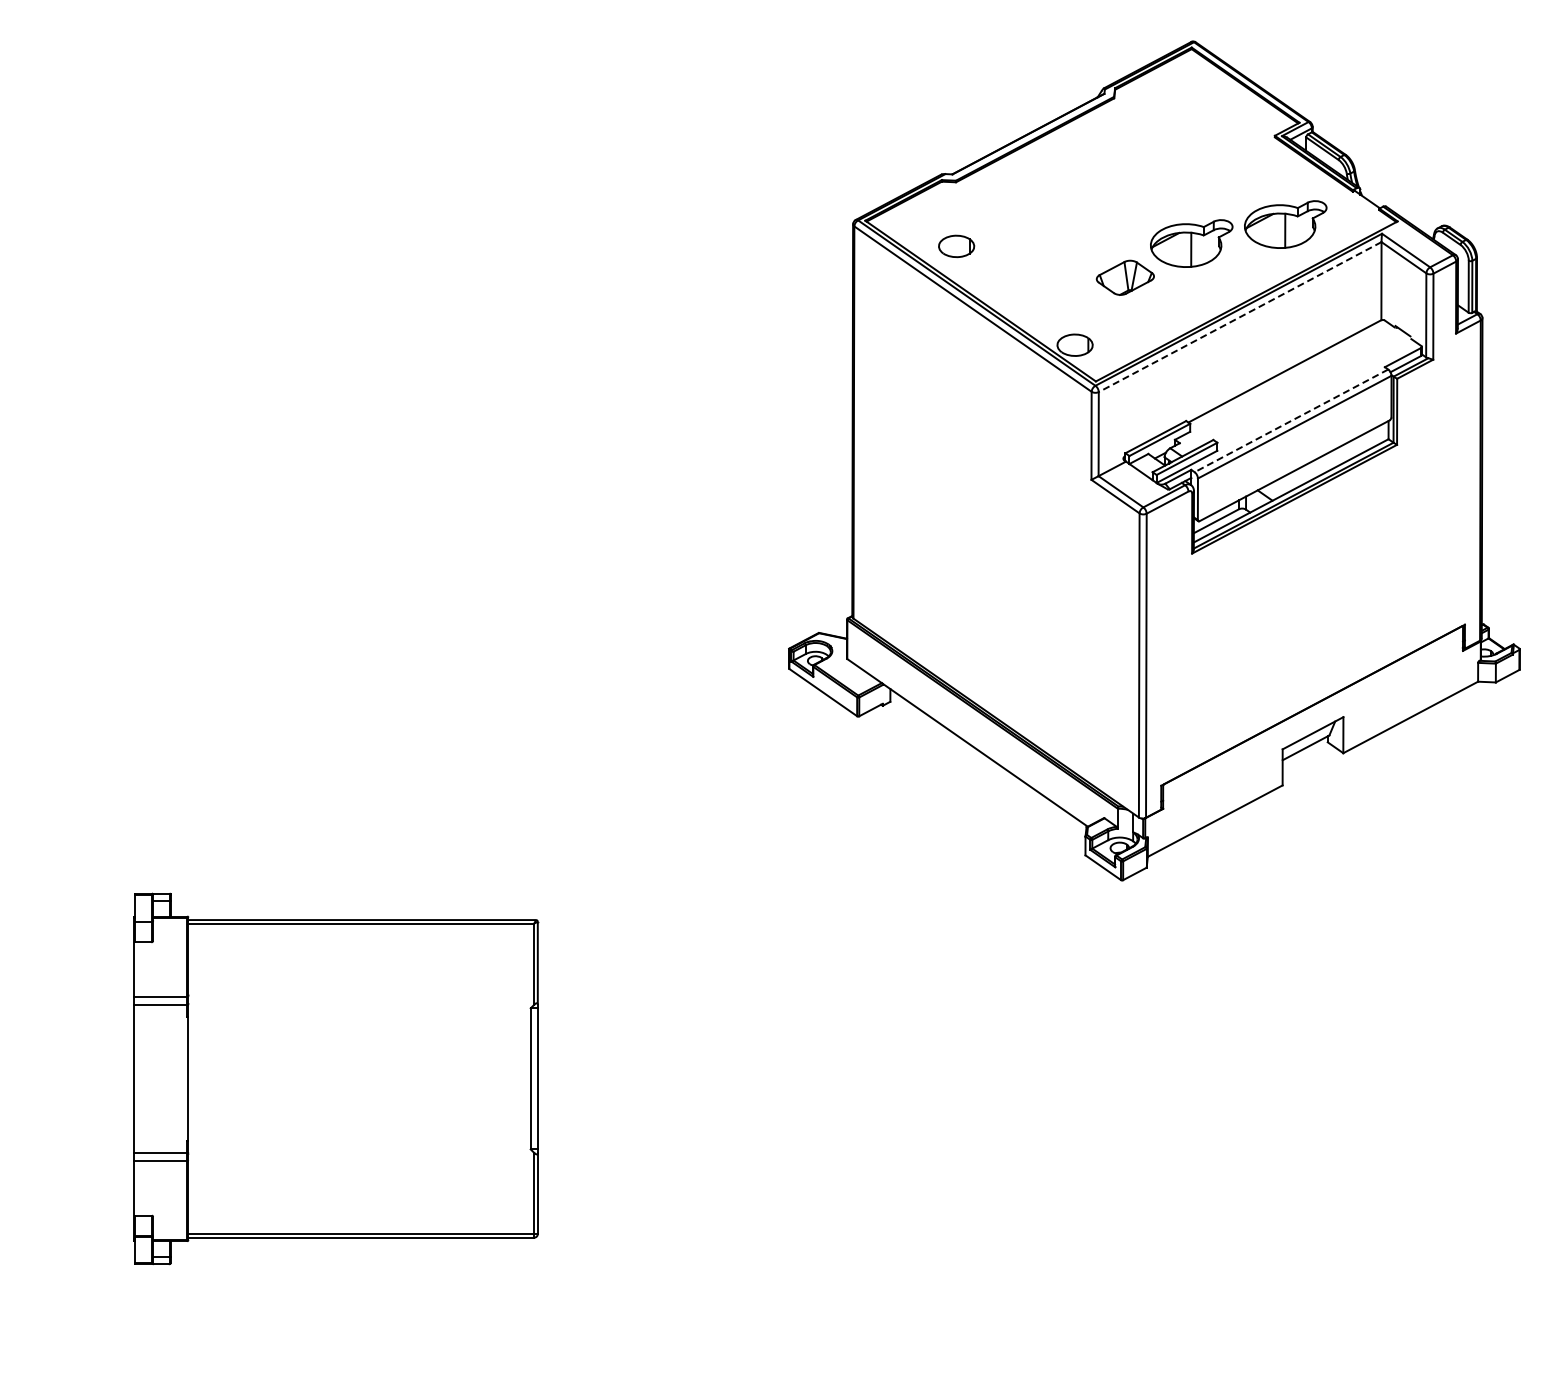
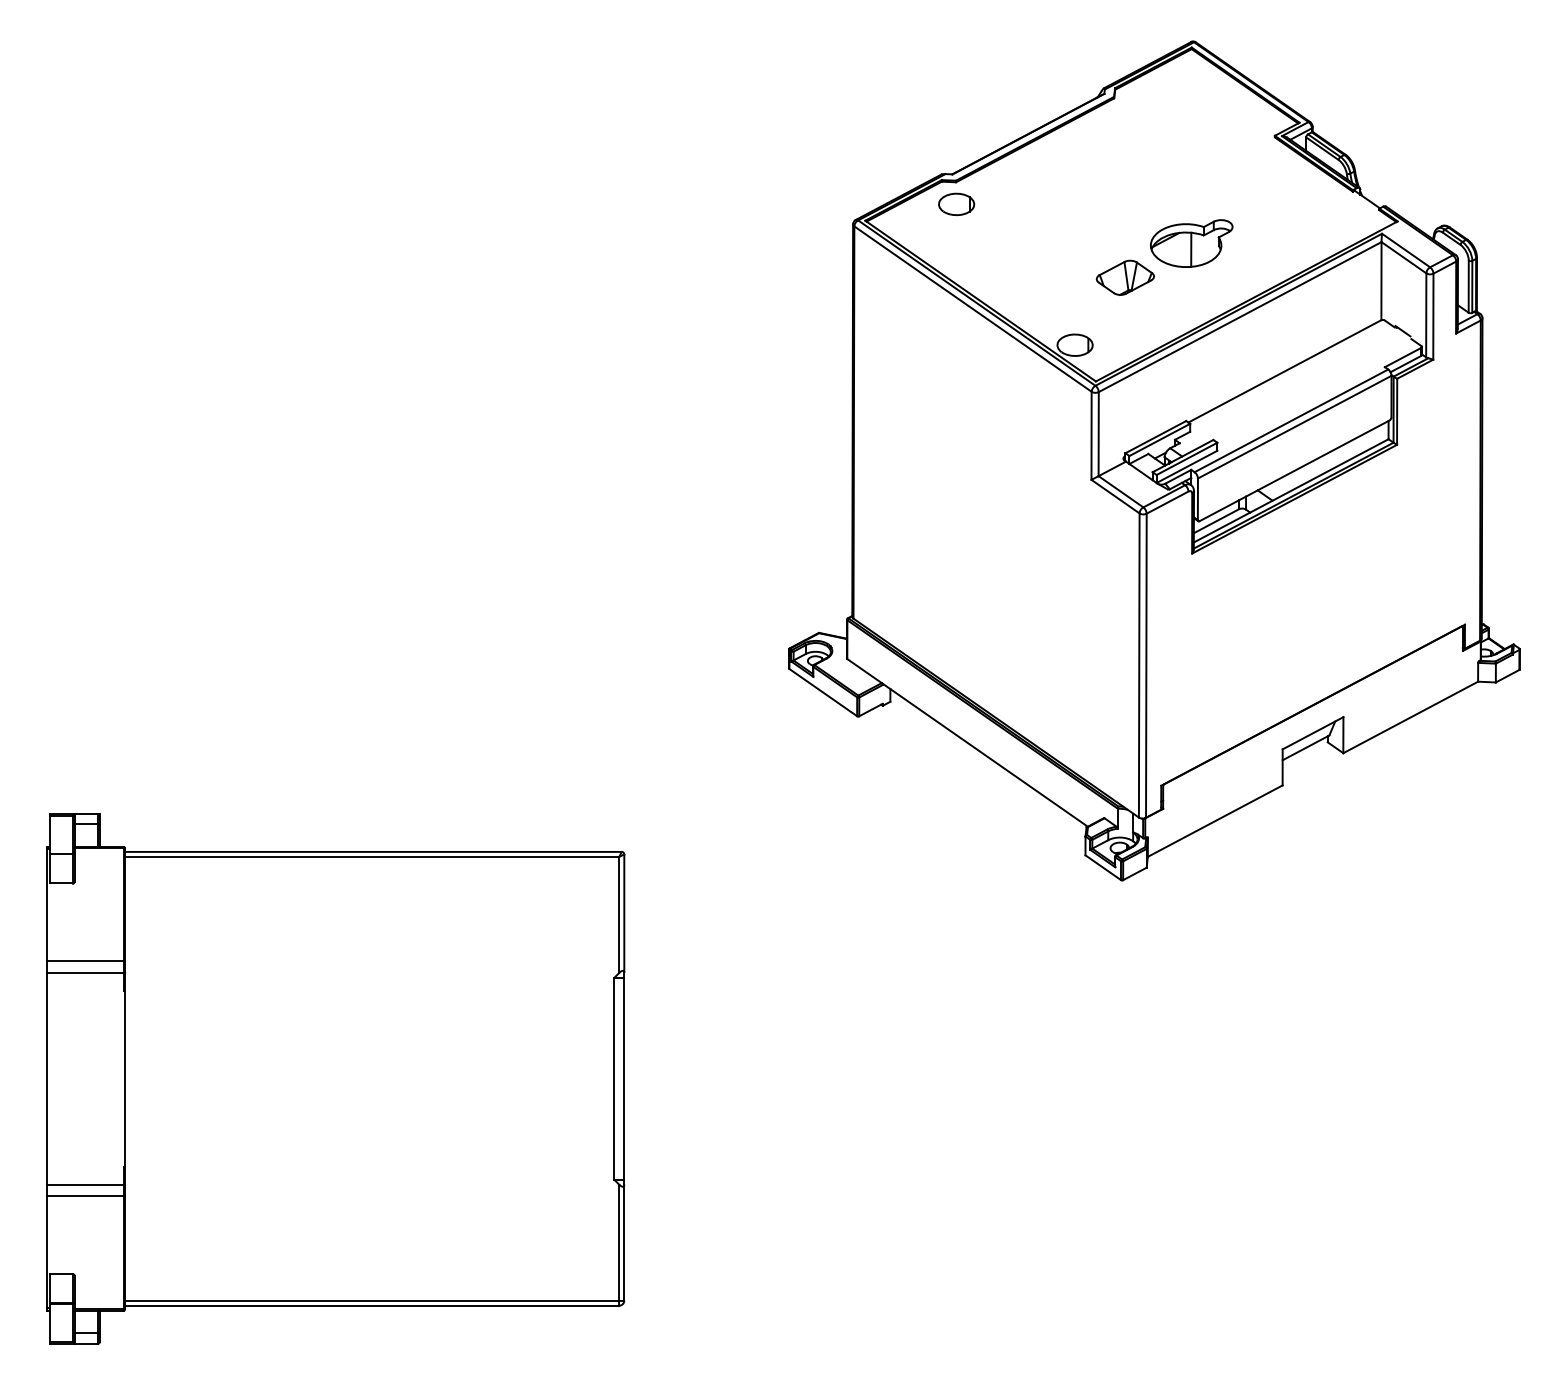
part at (1285, 224): present -> none
part at (956, 246) position: (956, 246) -> (956, 204)
line at (1239, 317): dashed -> solid
line at (1291, 420): dashed -> solid
part at (336, 1078) size: 407x374 px -> 580x532 px
